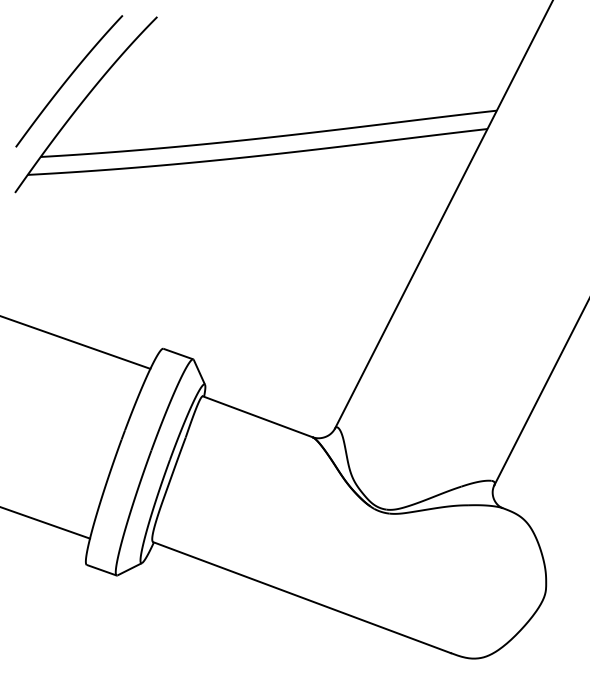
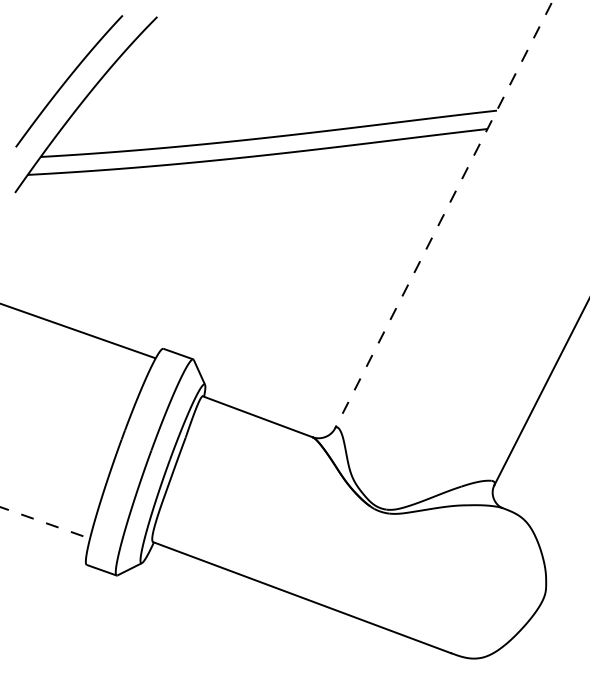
line at (443, 214): solid -> dashed
line at (76, 342) position: (76, 342) -> (78, 330)
line at (45, 522): solid -> dashed
